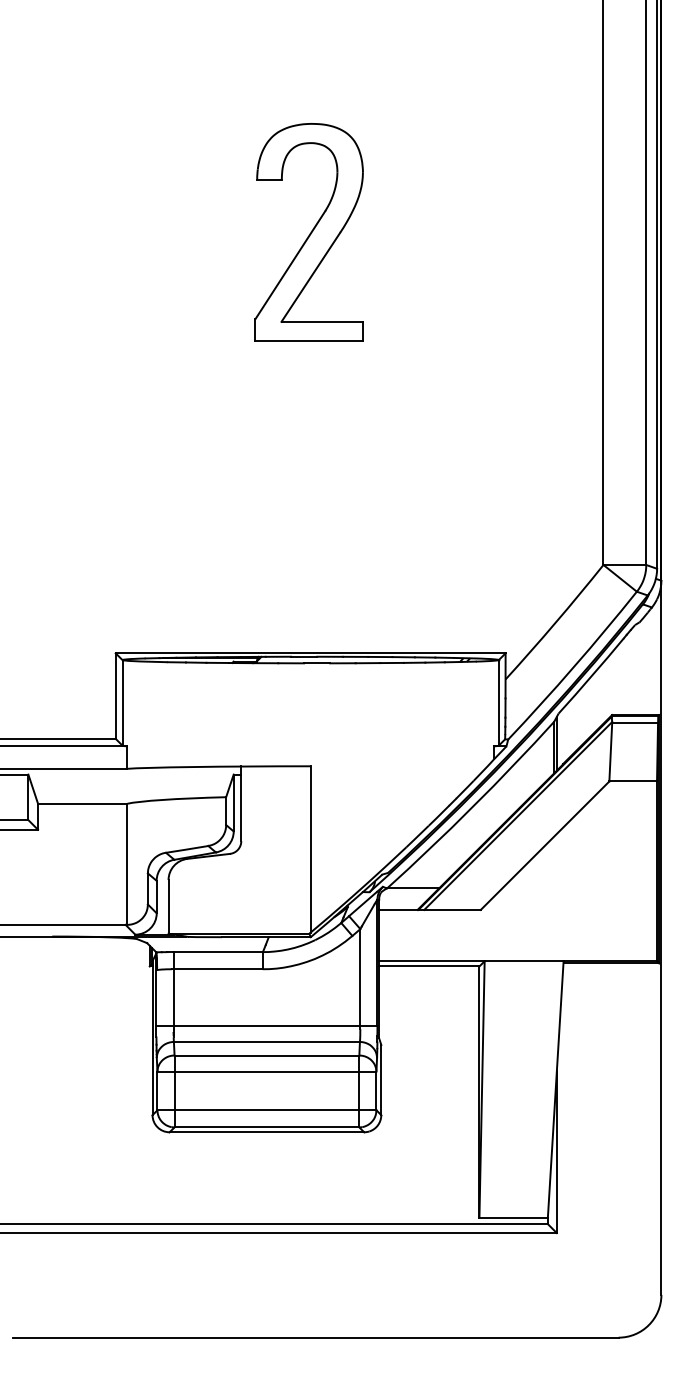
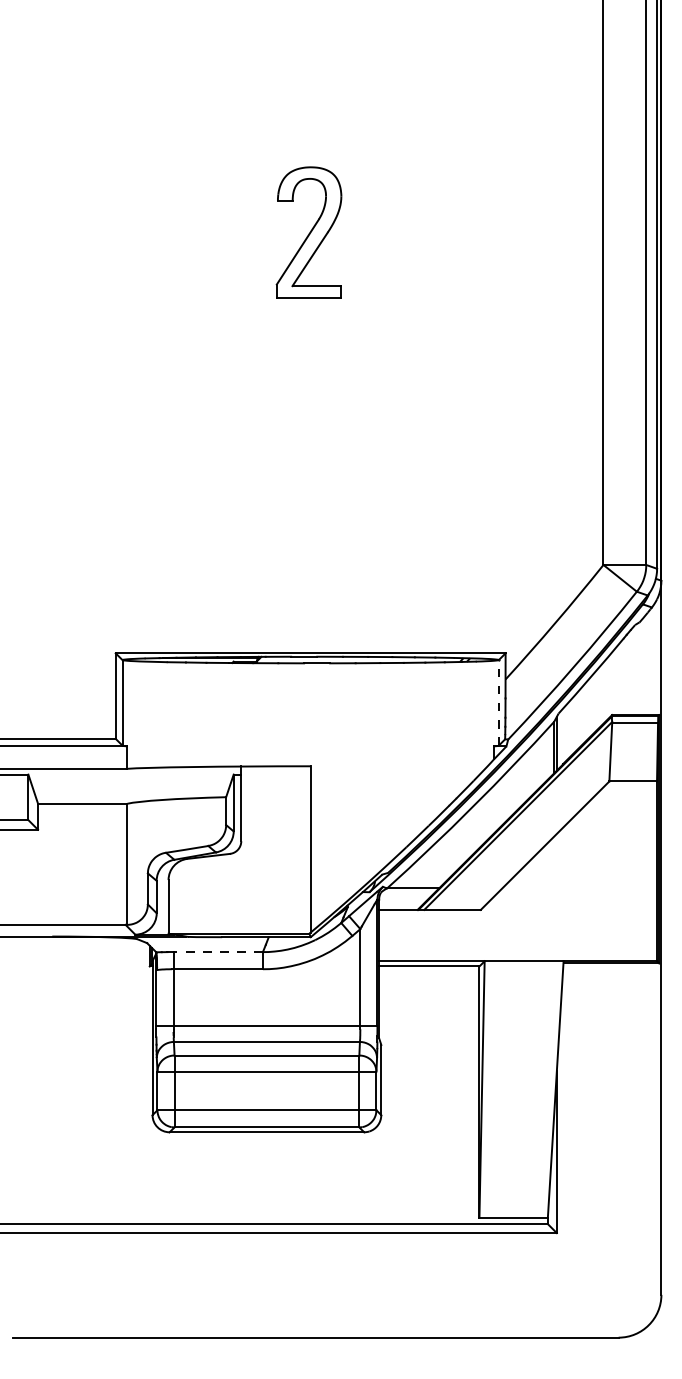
part at (308, 232) size: 110x219 px -> 68x133 px
line at (498, 702): solid -> dashed
line at (218, 952): solid -> dashed
